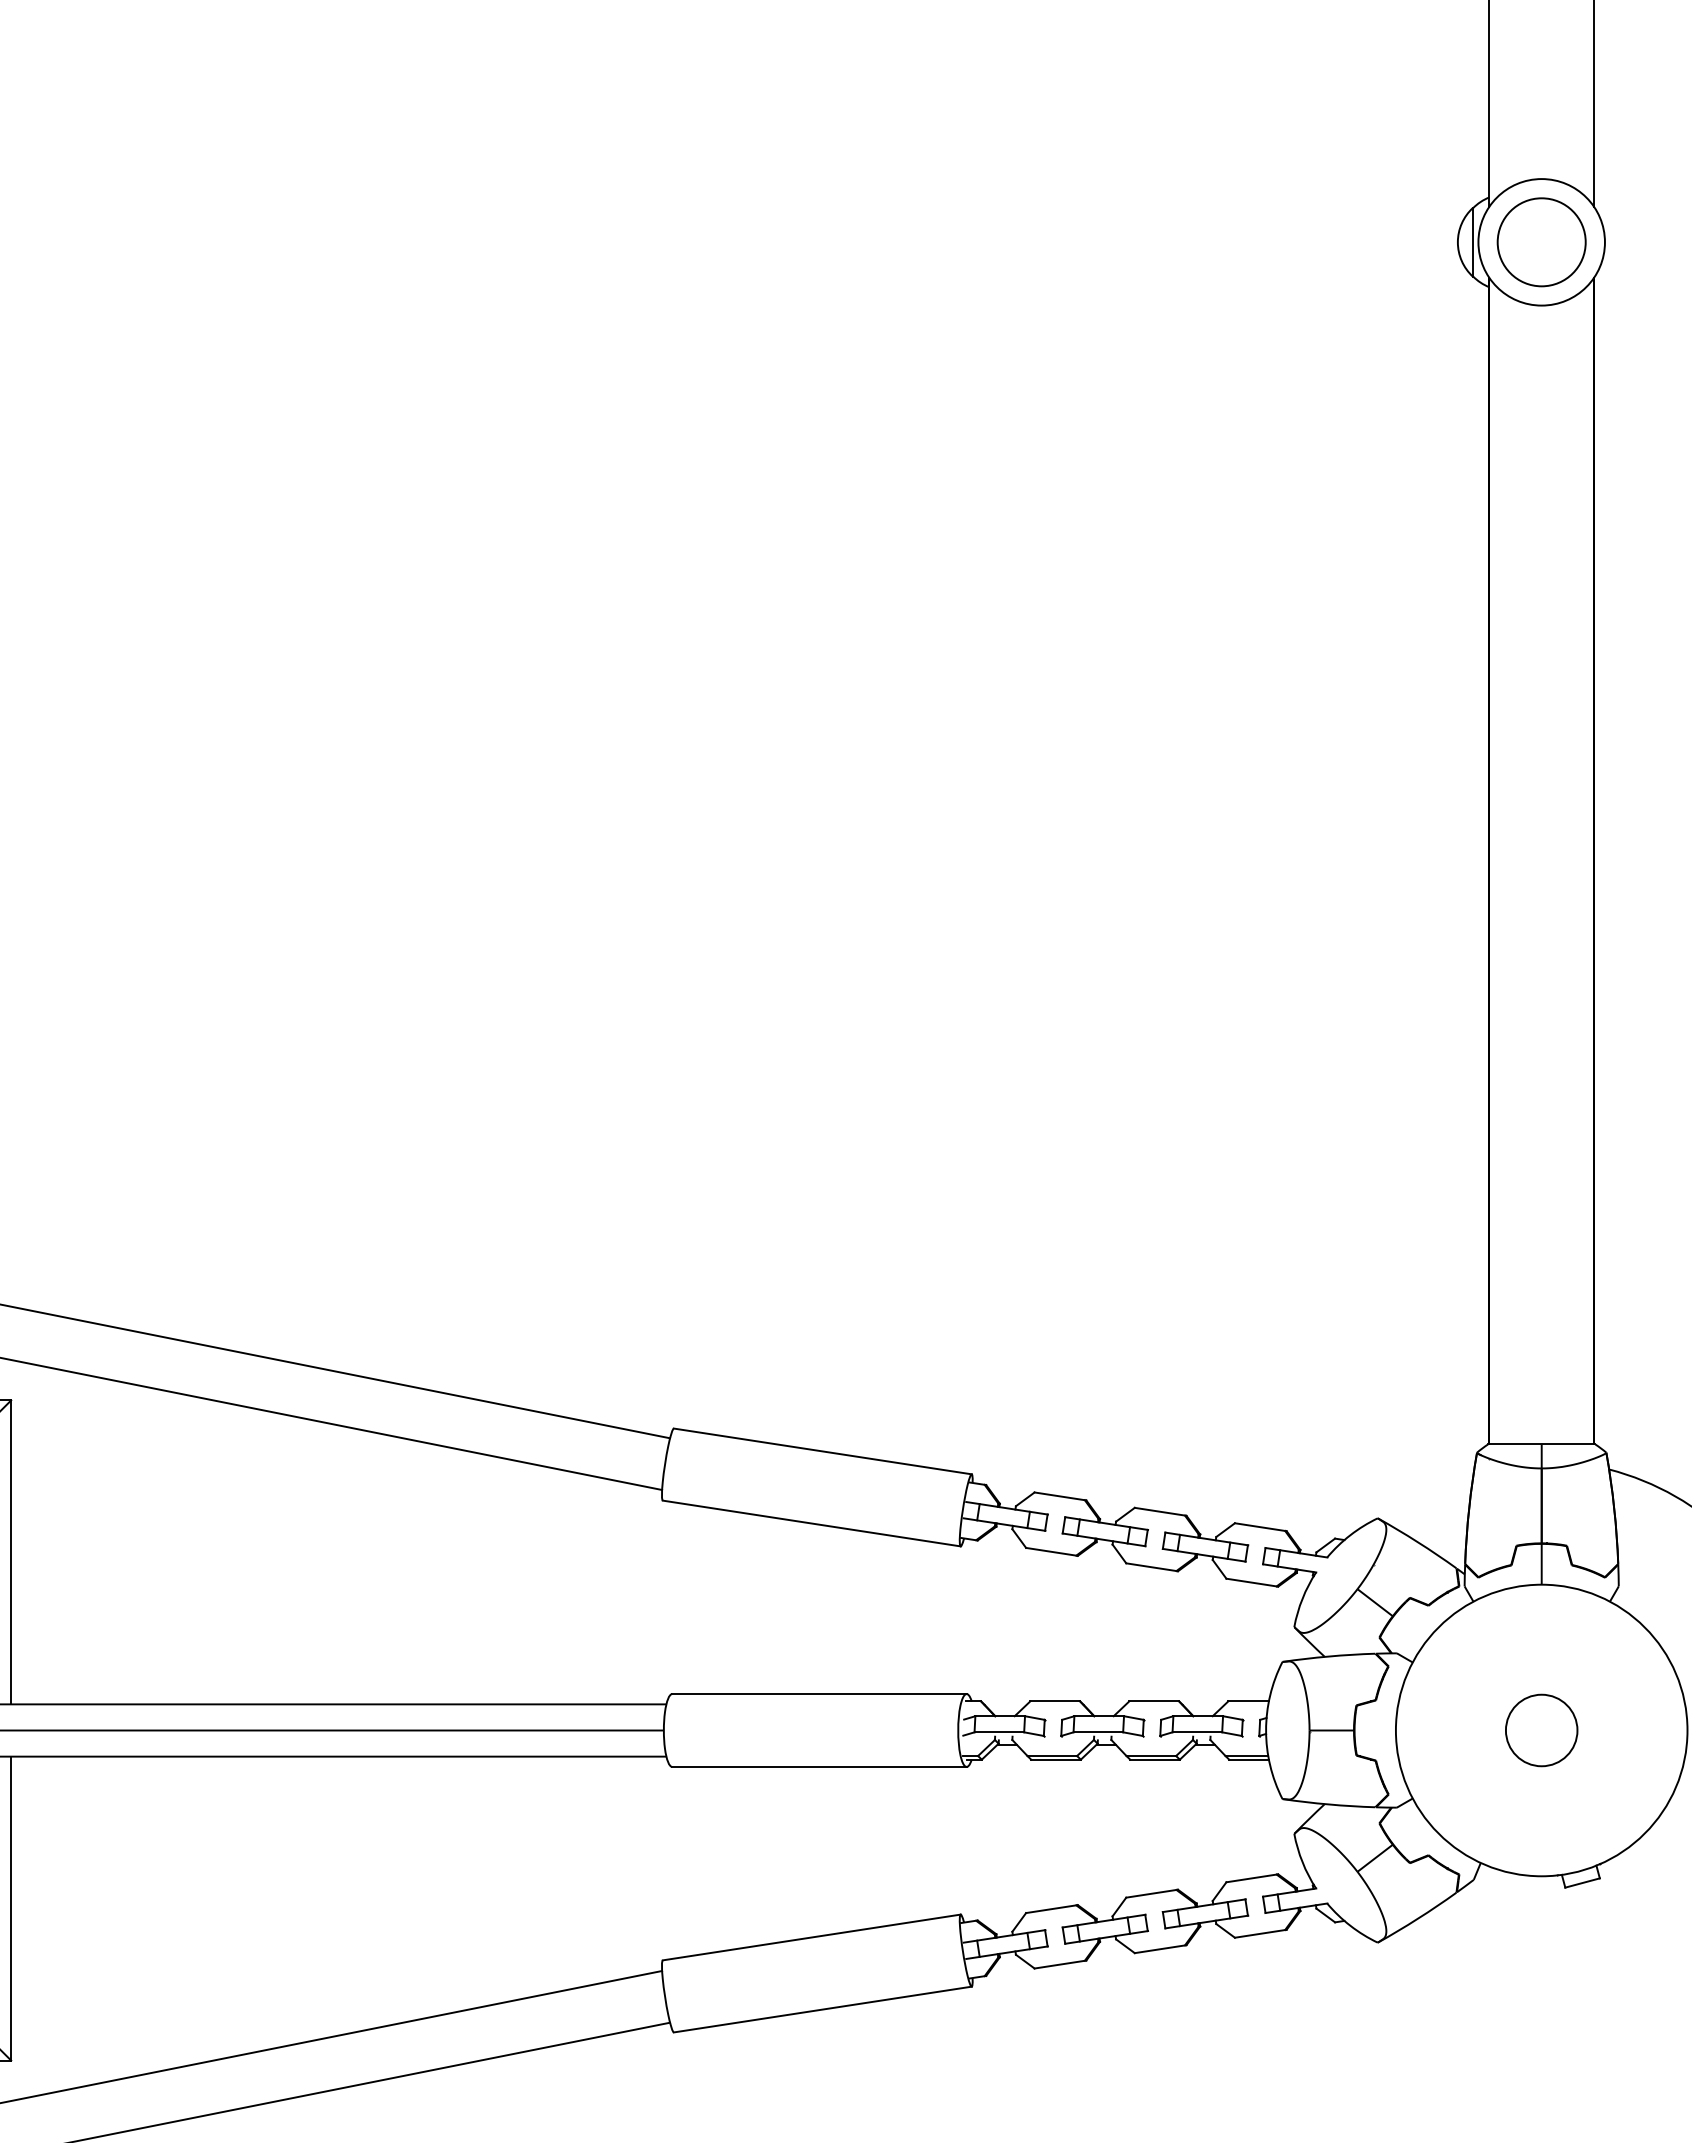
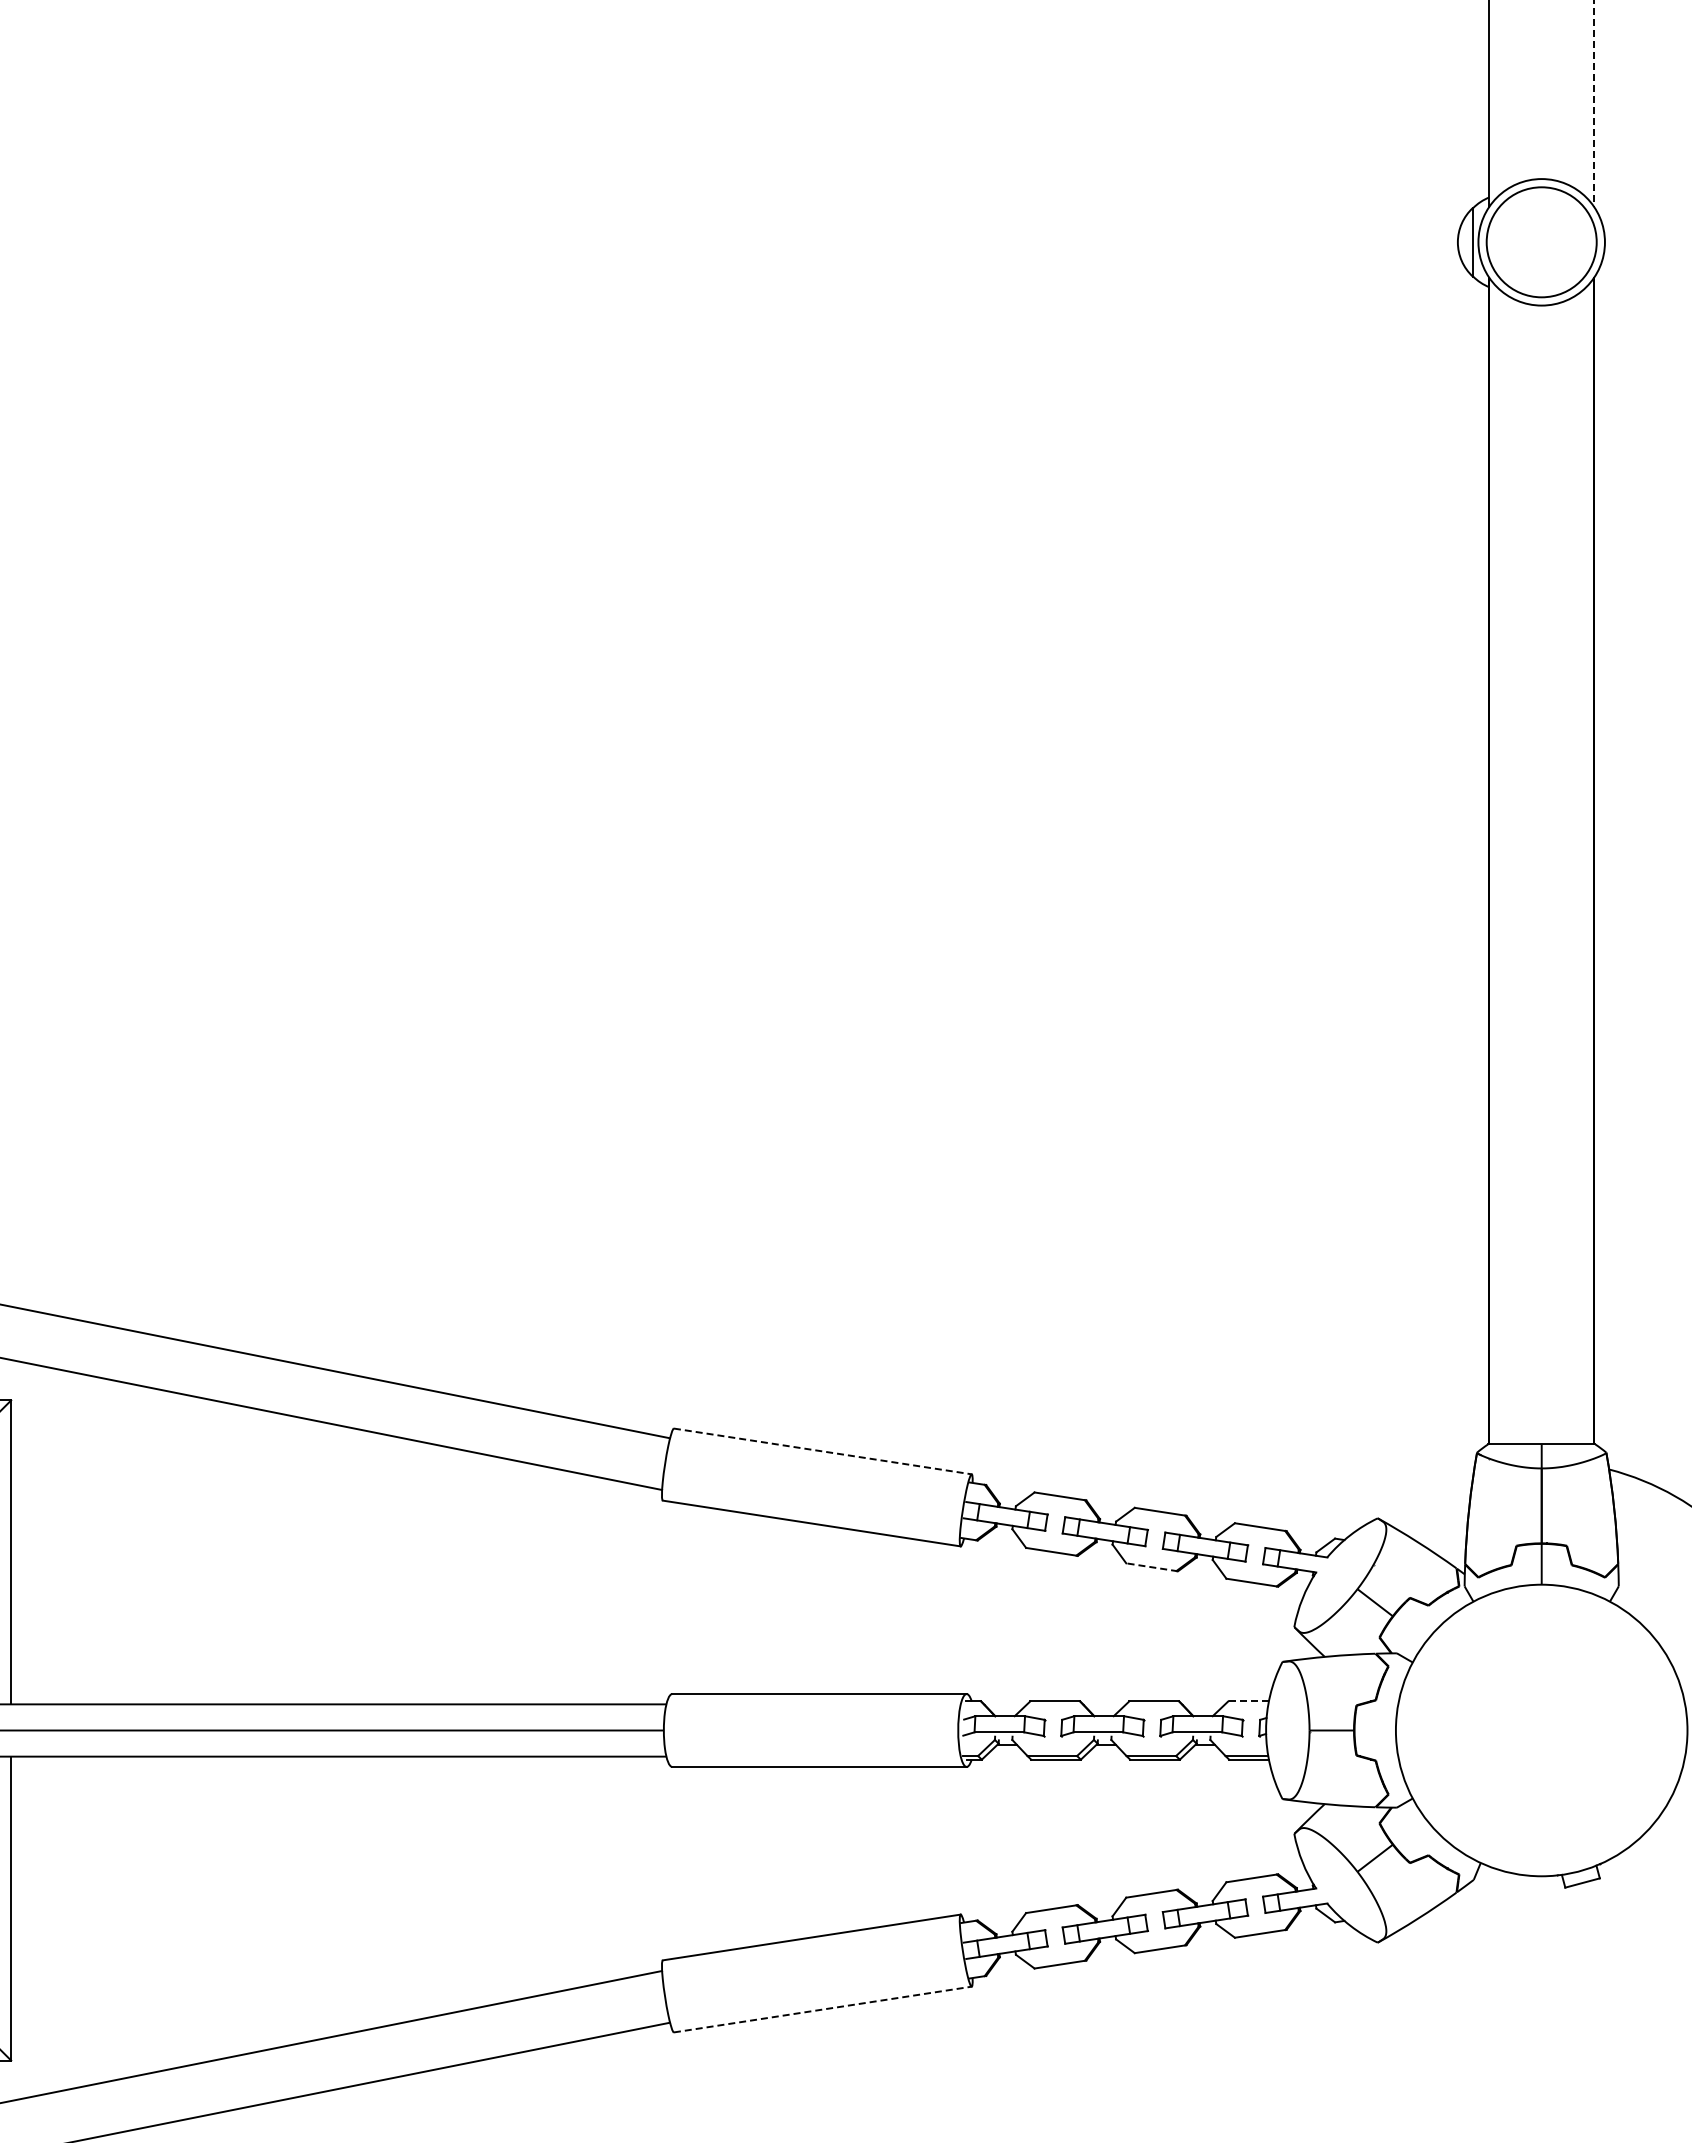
line at (1593, 103): solid -> dashed
circle at (1541, 242) diameter: 88 px -> 110 px
line at (822, 1451): solid -> dashed
line at (1151, 1567): solid -> dashed
line at (1248, 1701): solid -> dashed
circle at (1541, 1730): present -> none
line at (822, 2009): solid -> dashed
